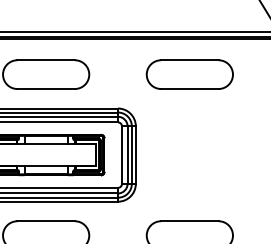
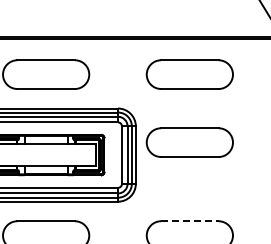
line at (134, 31): present -> none
part at (189, 142): none -> present
line at (189, 221): solid -> dashed
